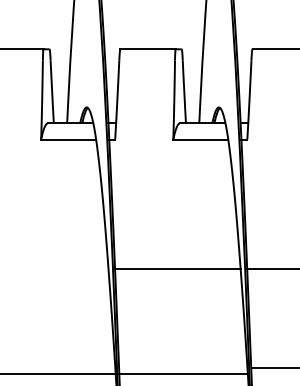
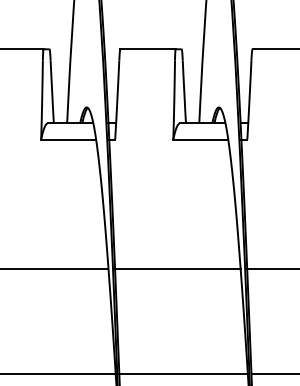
line at (55, 268): none -> present
line at (273, 368) position: (273, 368) -> (273, 374)
